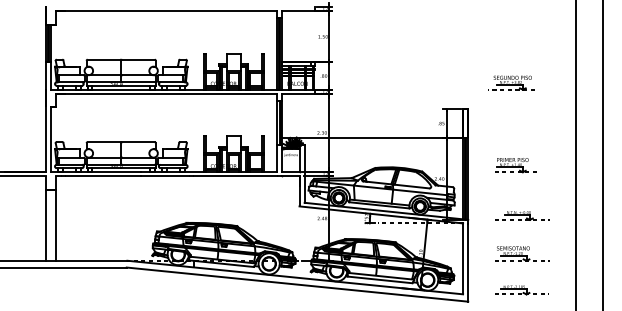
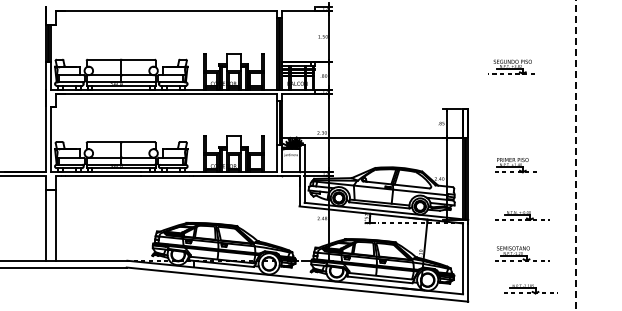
part at (511, 82) position: (511, 82) -> (511, 66)
line at (603, 154): present -> none
line at (576, 155): solid -> dashed
part at (521, 290) position: (521, 290) -> (530, 289)
